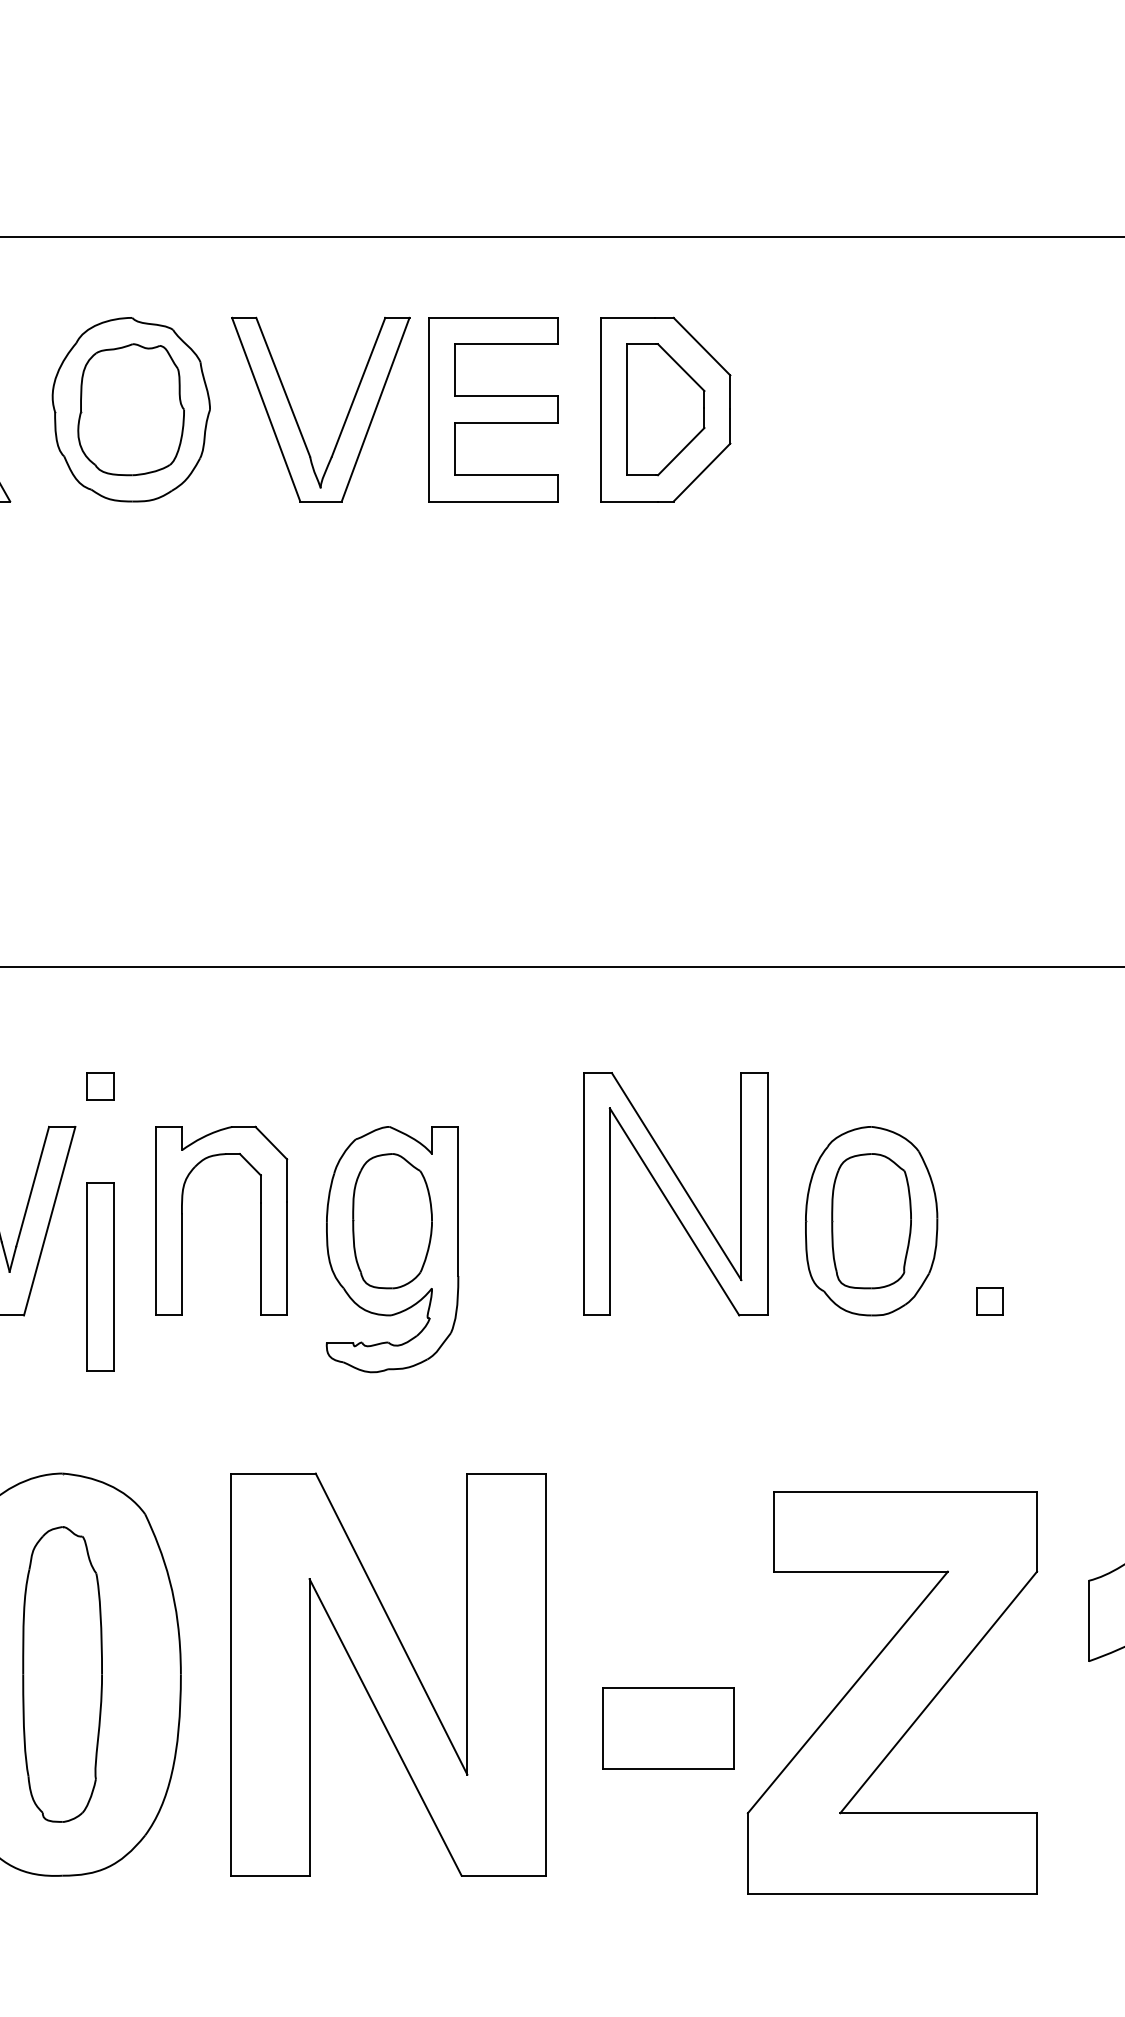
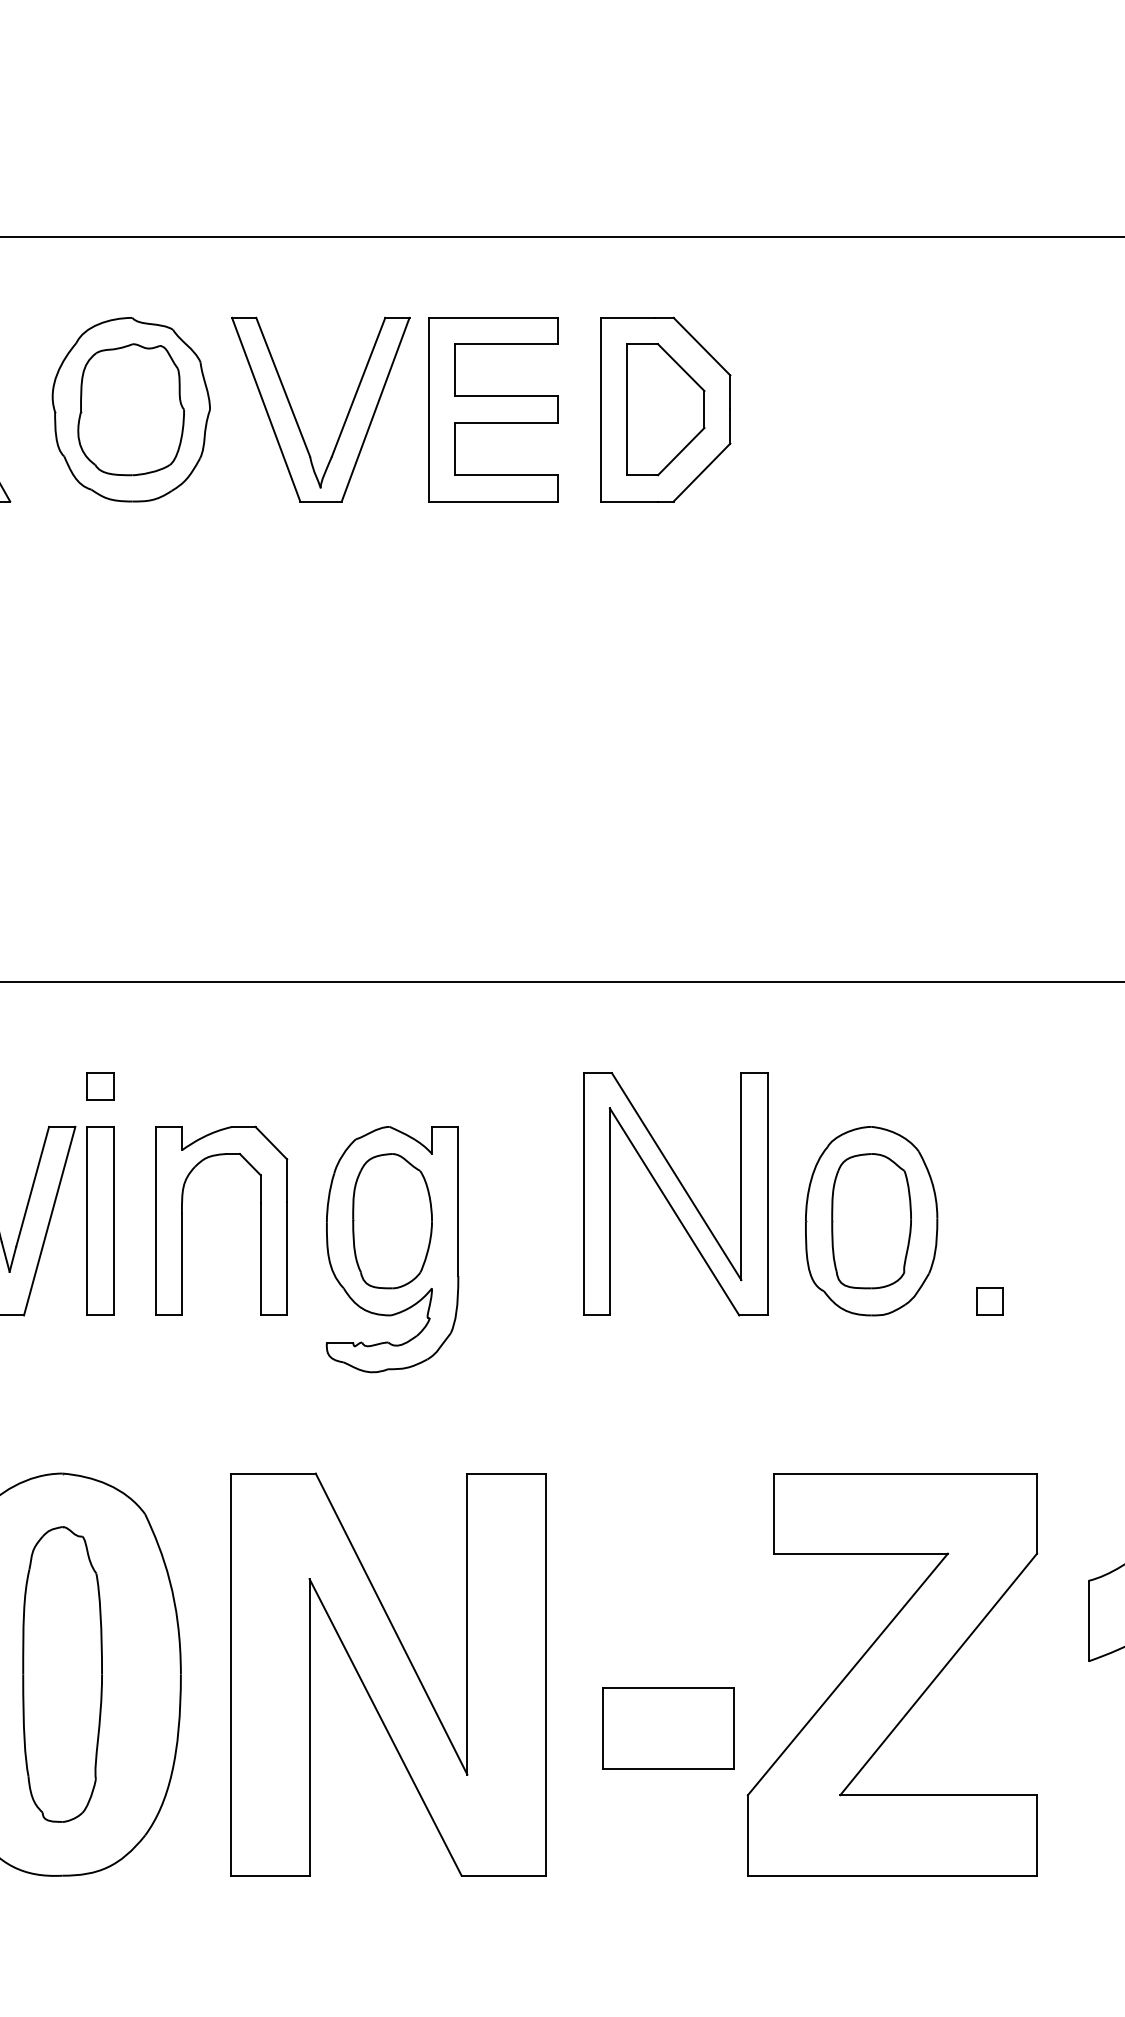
line at (561, 967) position: (561, 967) -> (561, 982)
part at (100, 1276) position: (100, 1276) -> (100, 1220)
part at (892, 1692) position: (892, 1692) -> (892, 1674)
